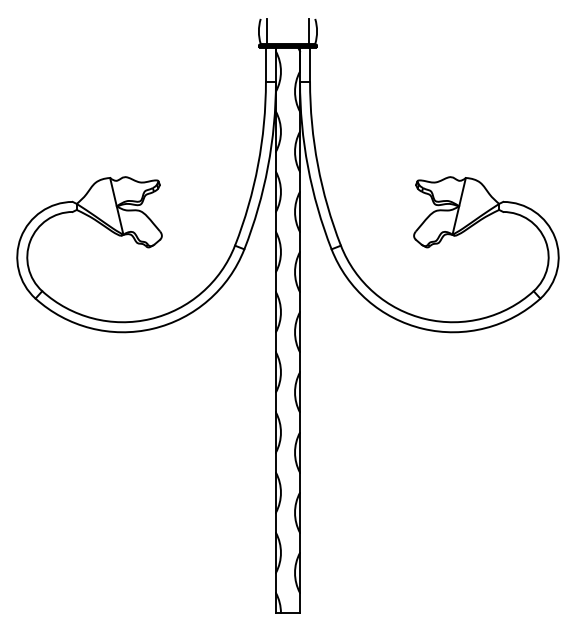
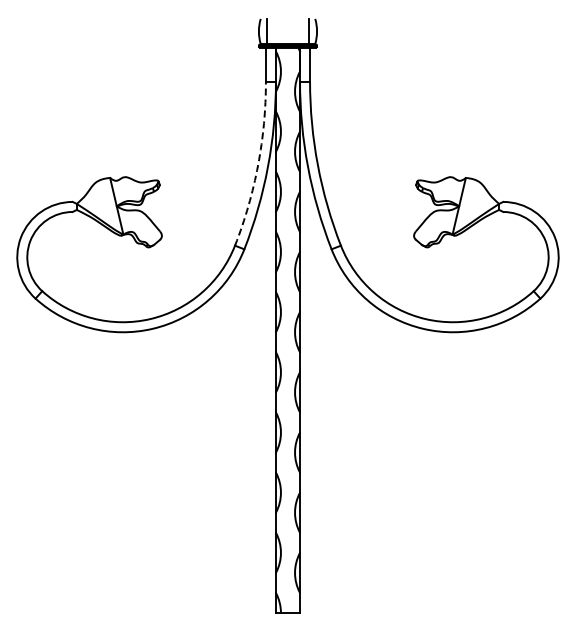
arc at (258, 165): solid -> dashed
